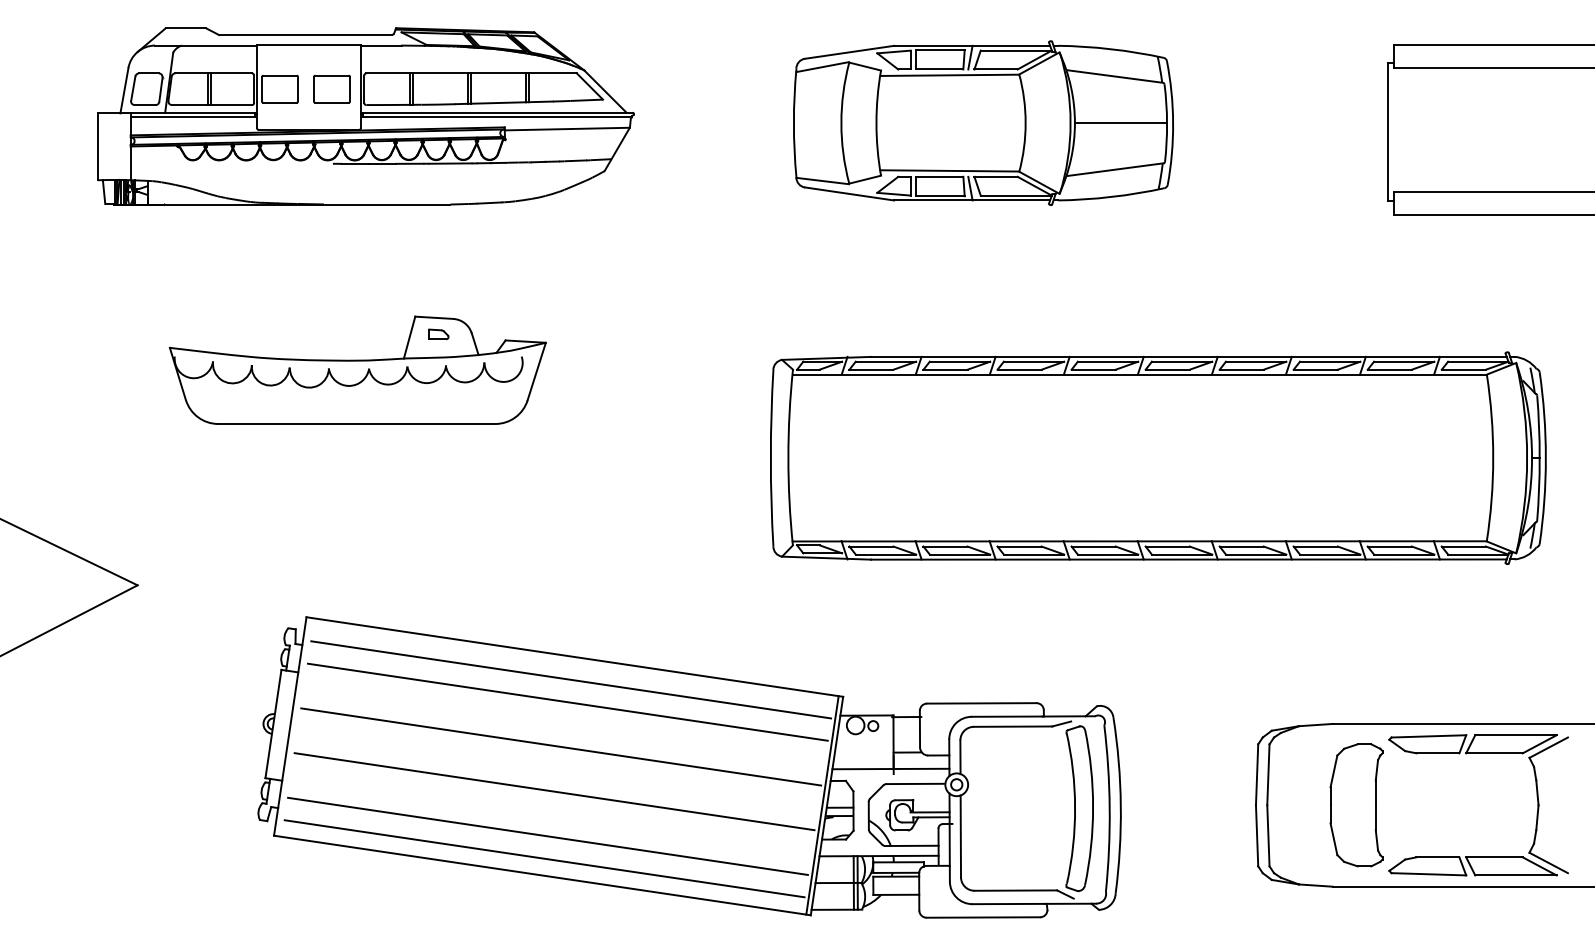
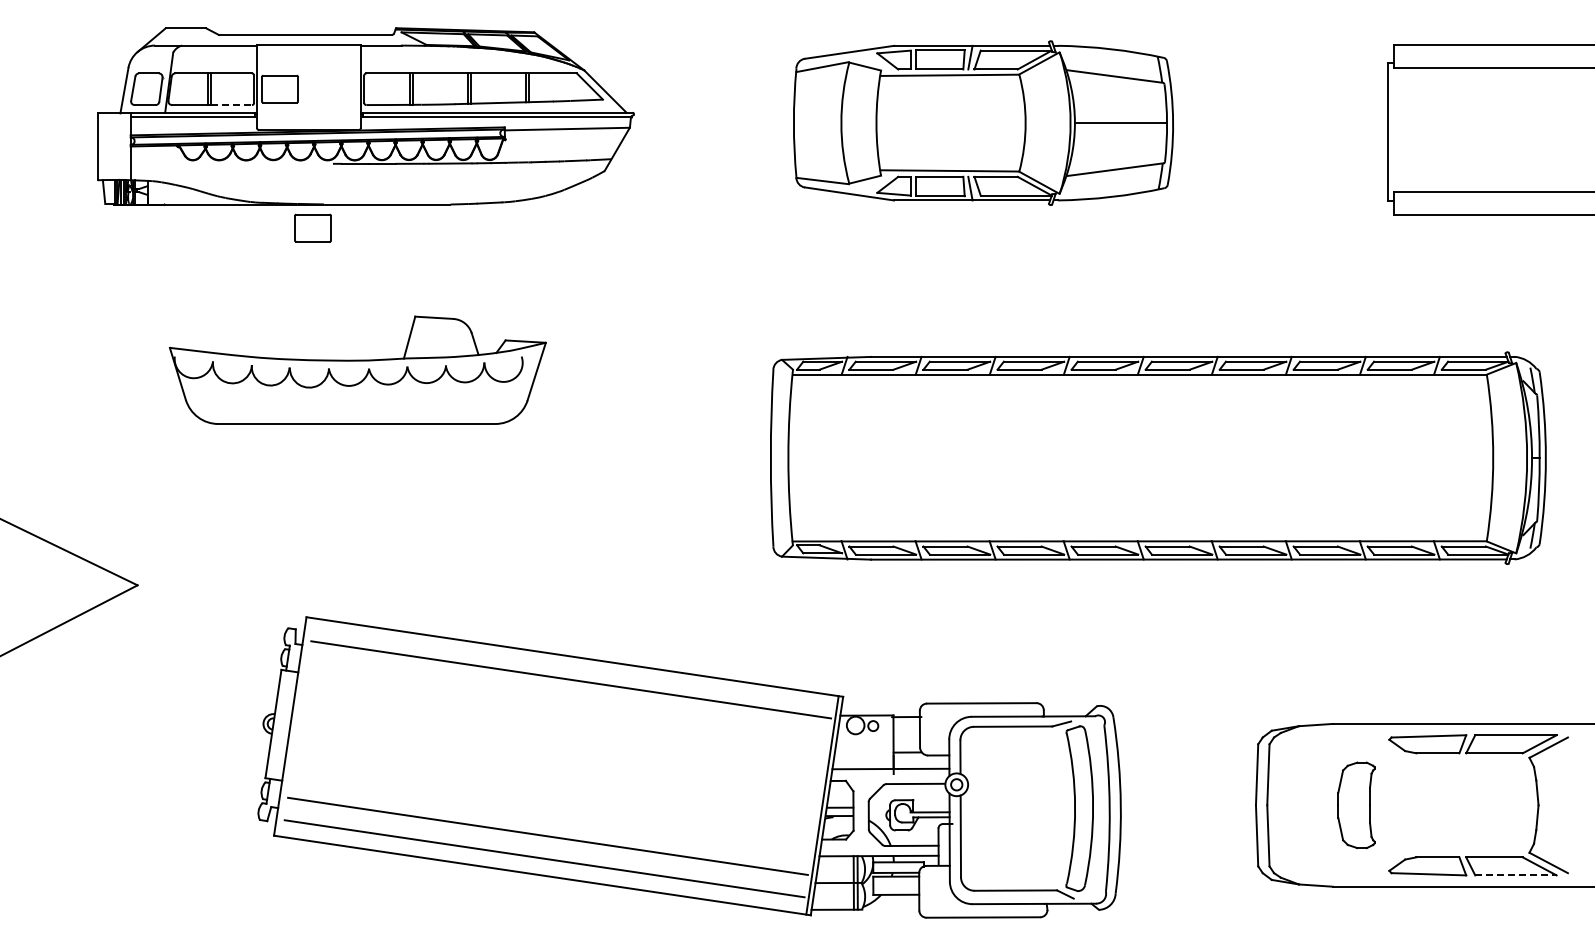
part at (331, 88) position: (331, 88) -> (312, 227)
line at (231, 105): solid -> dashed
part at (438, 334): present -> none
line at (567, 701): present -> none
line at (561, 746): present -> none
line at (554, 791): present -> none
part at (1356, 805) size: 55x125 px -> 39x89 px
line at (1515, 875): solid -> dashed
